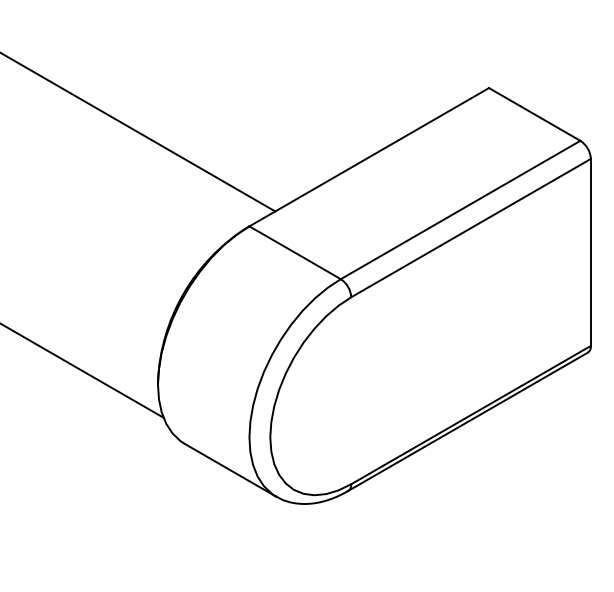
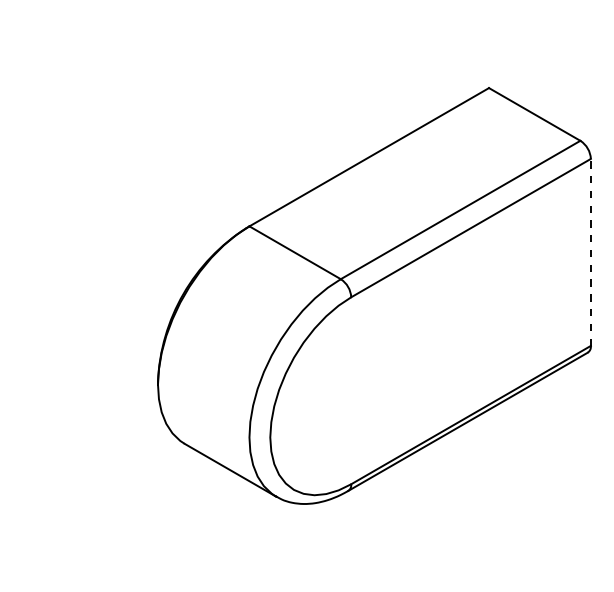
line at (138, 132): present -> none
line at (590, 251): solid -> dashed
line at (82, 370): present -> none
